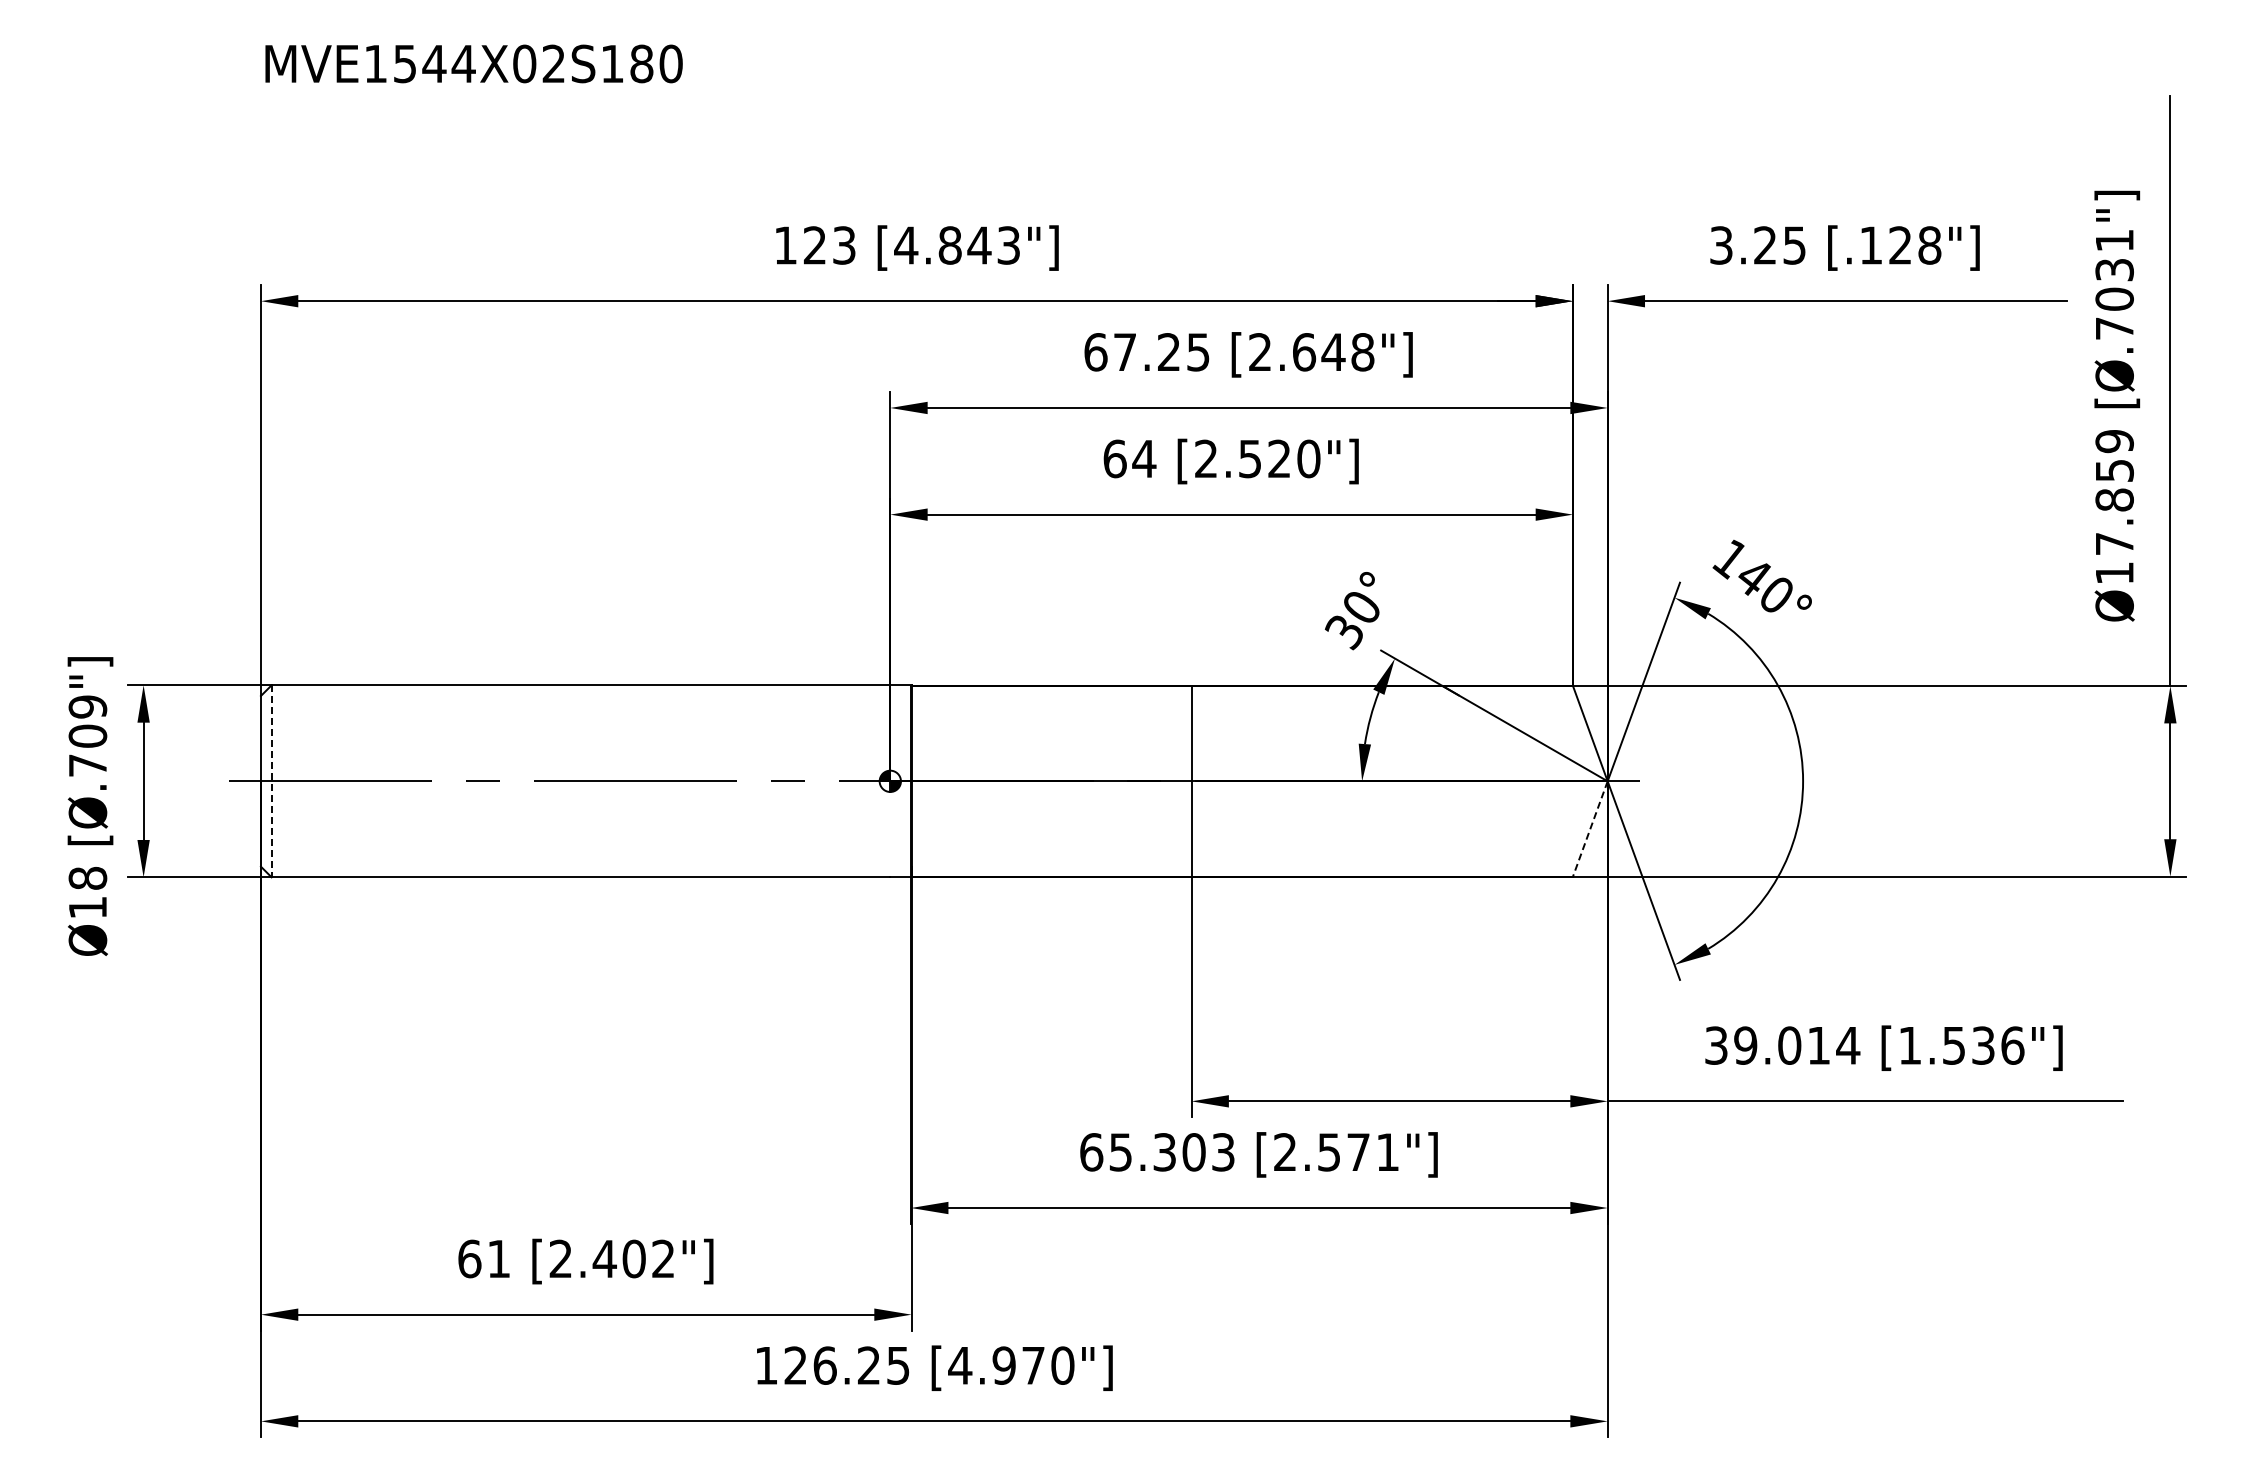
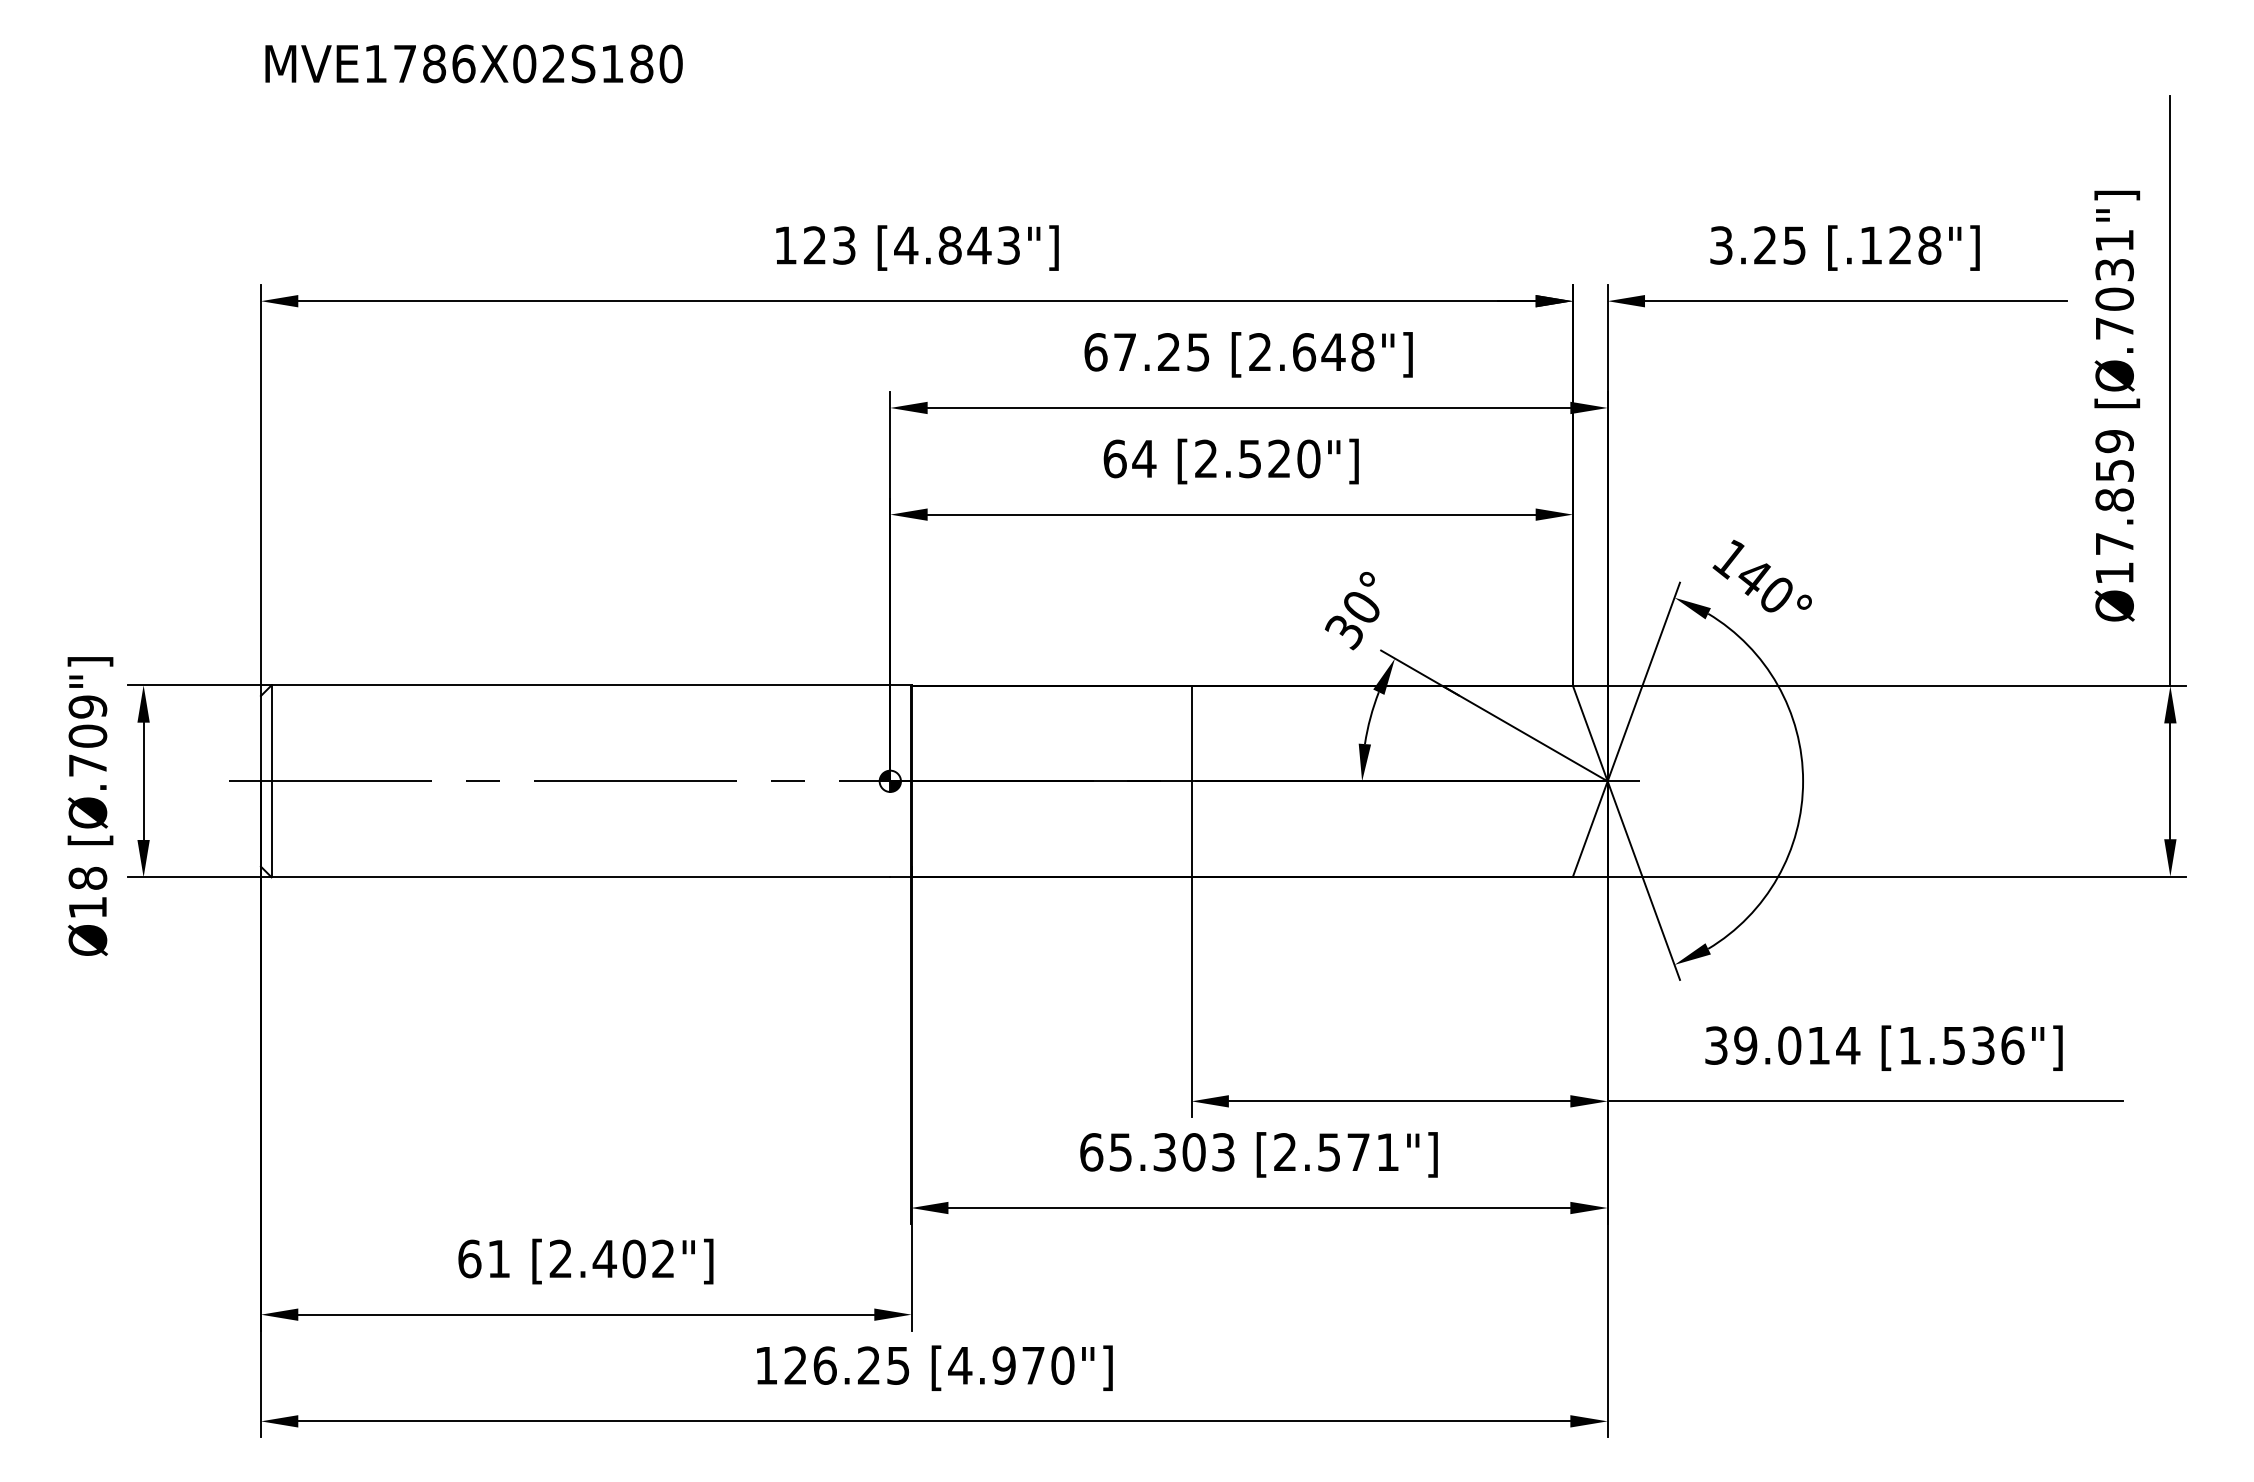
text at (434, 63): MVE1544X02S180 -> MVE1786X02S180
line at (271, 781): dashed -> solid
line at (1590, 828): dashed -> solid
